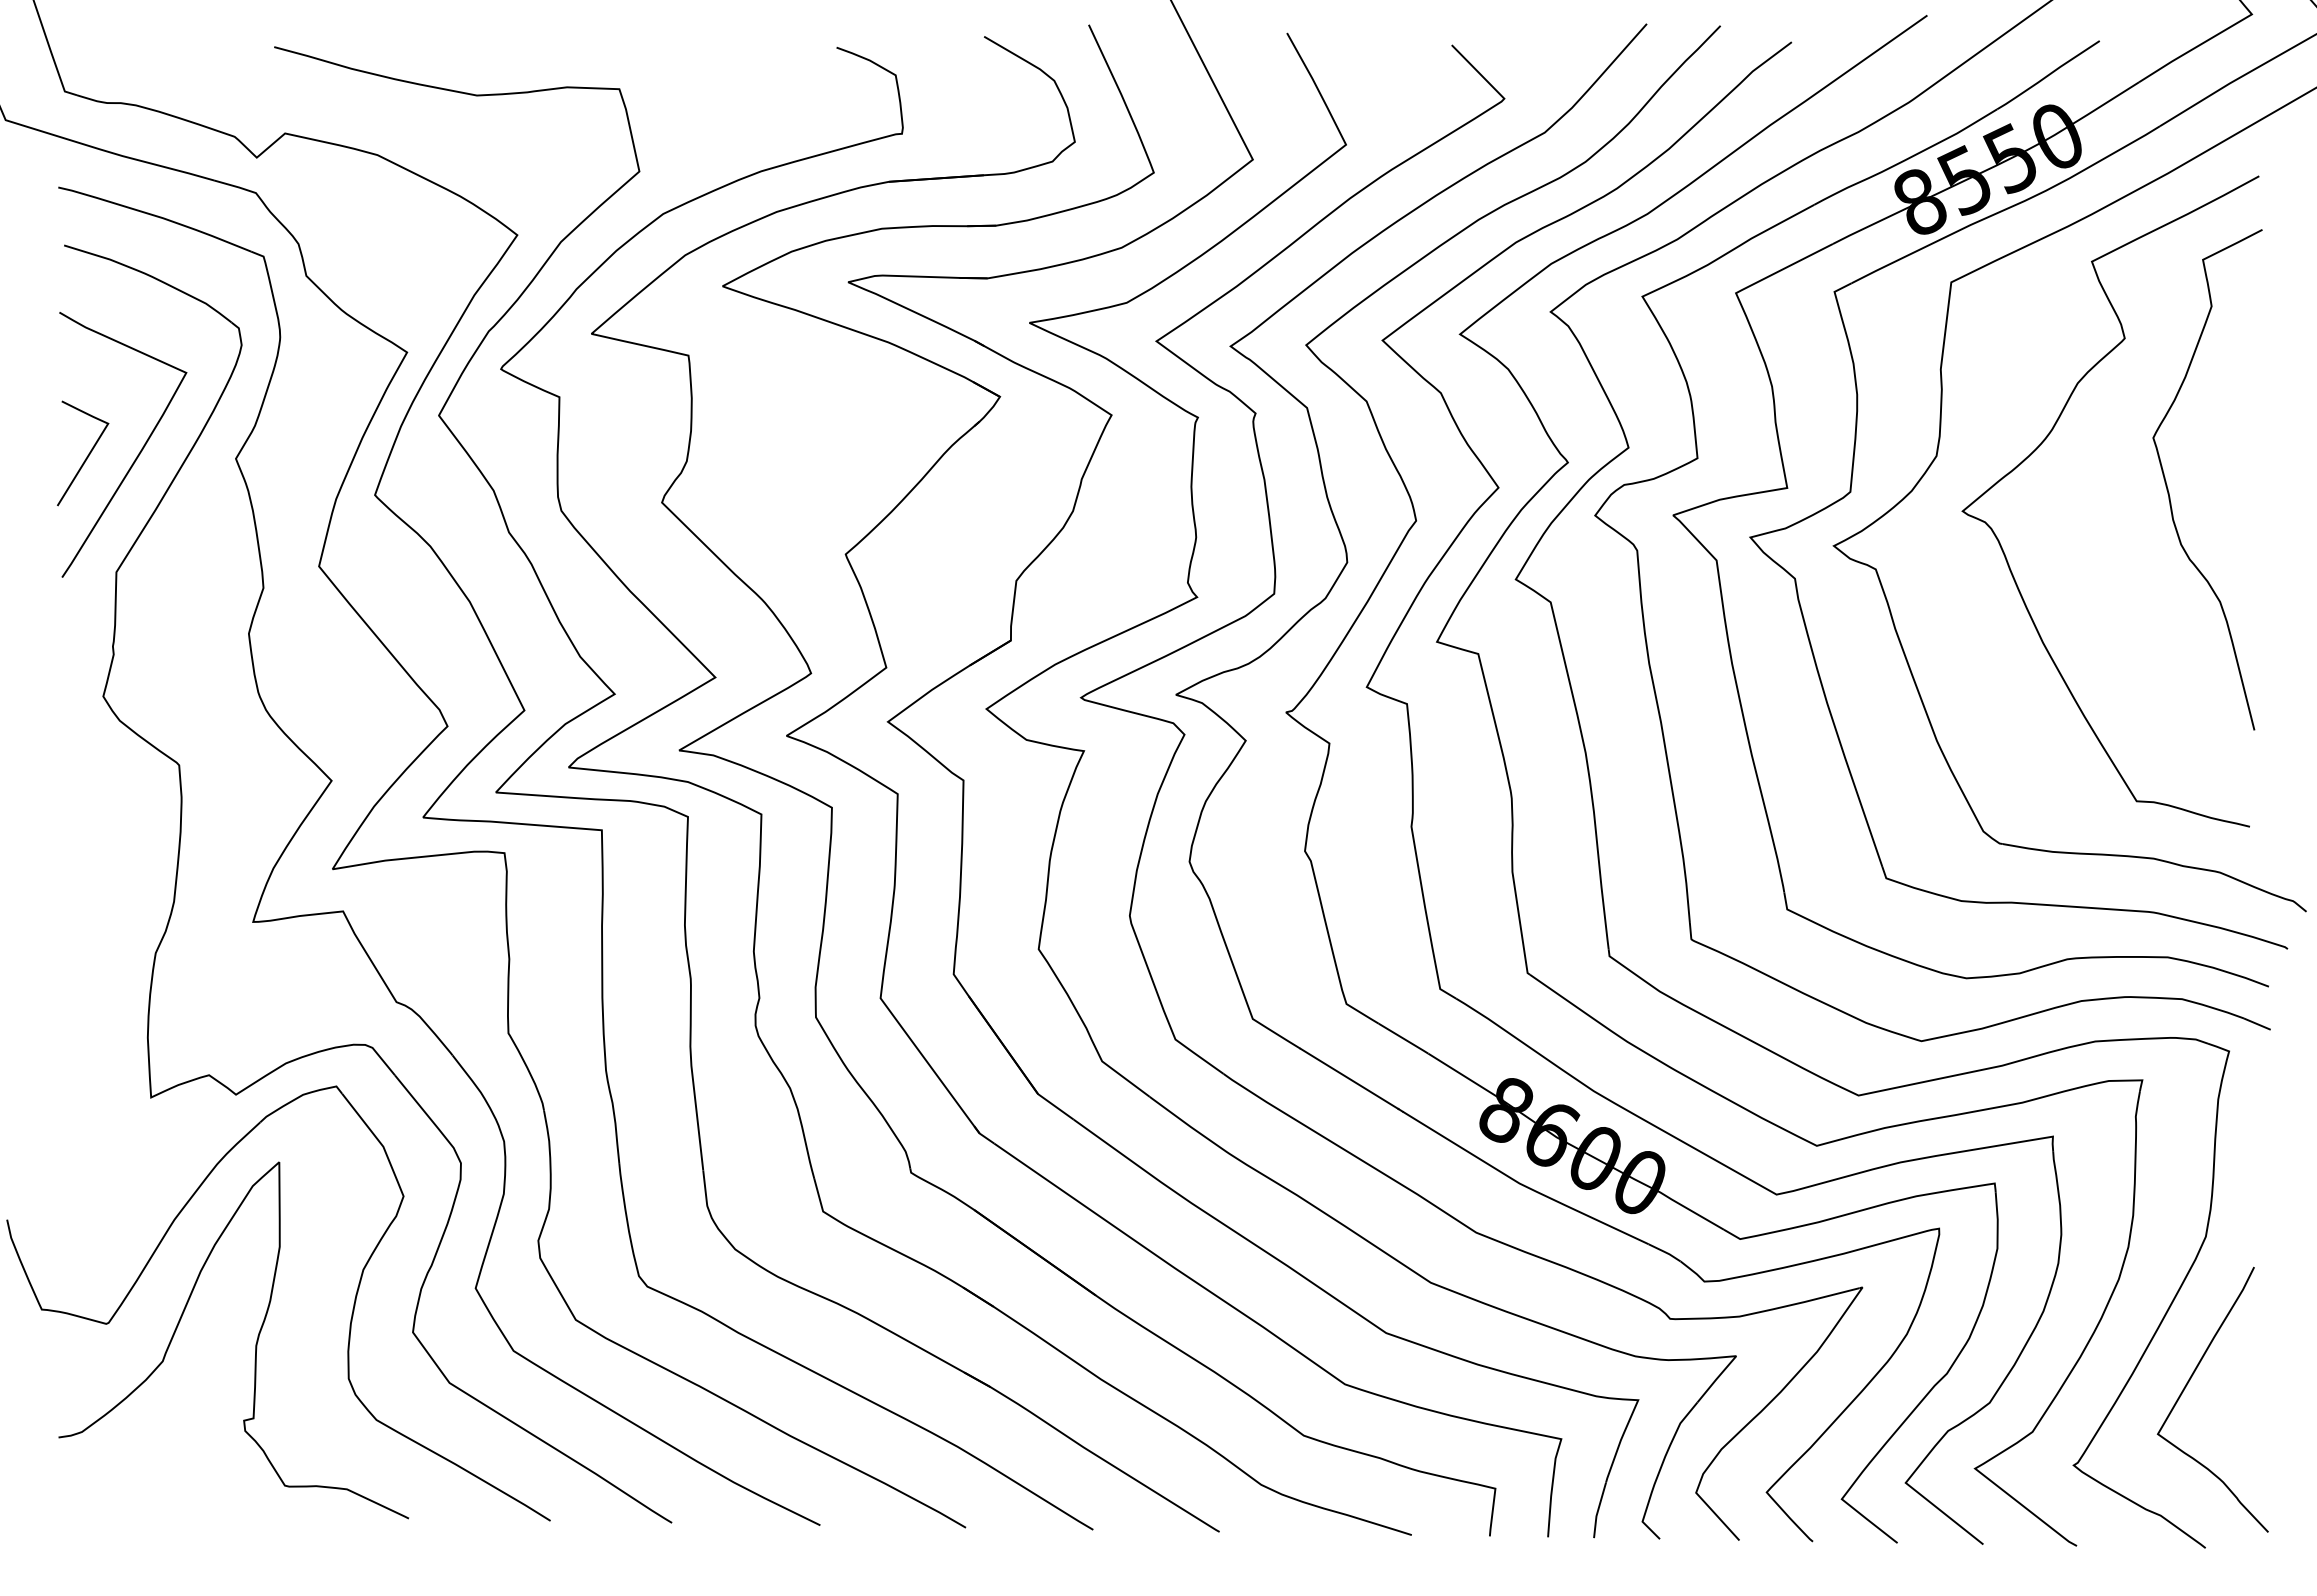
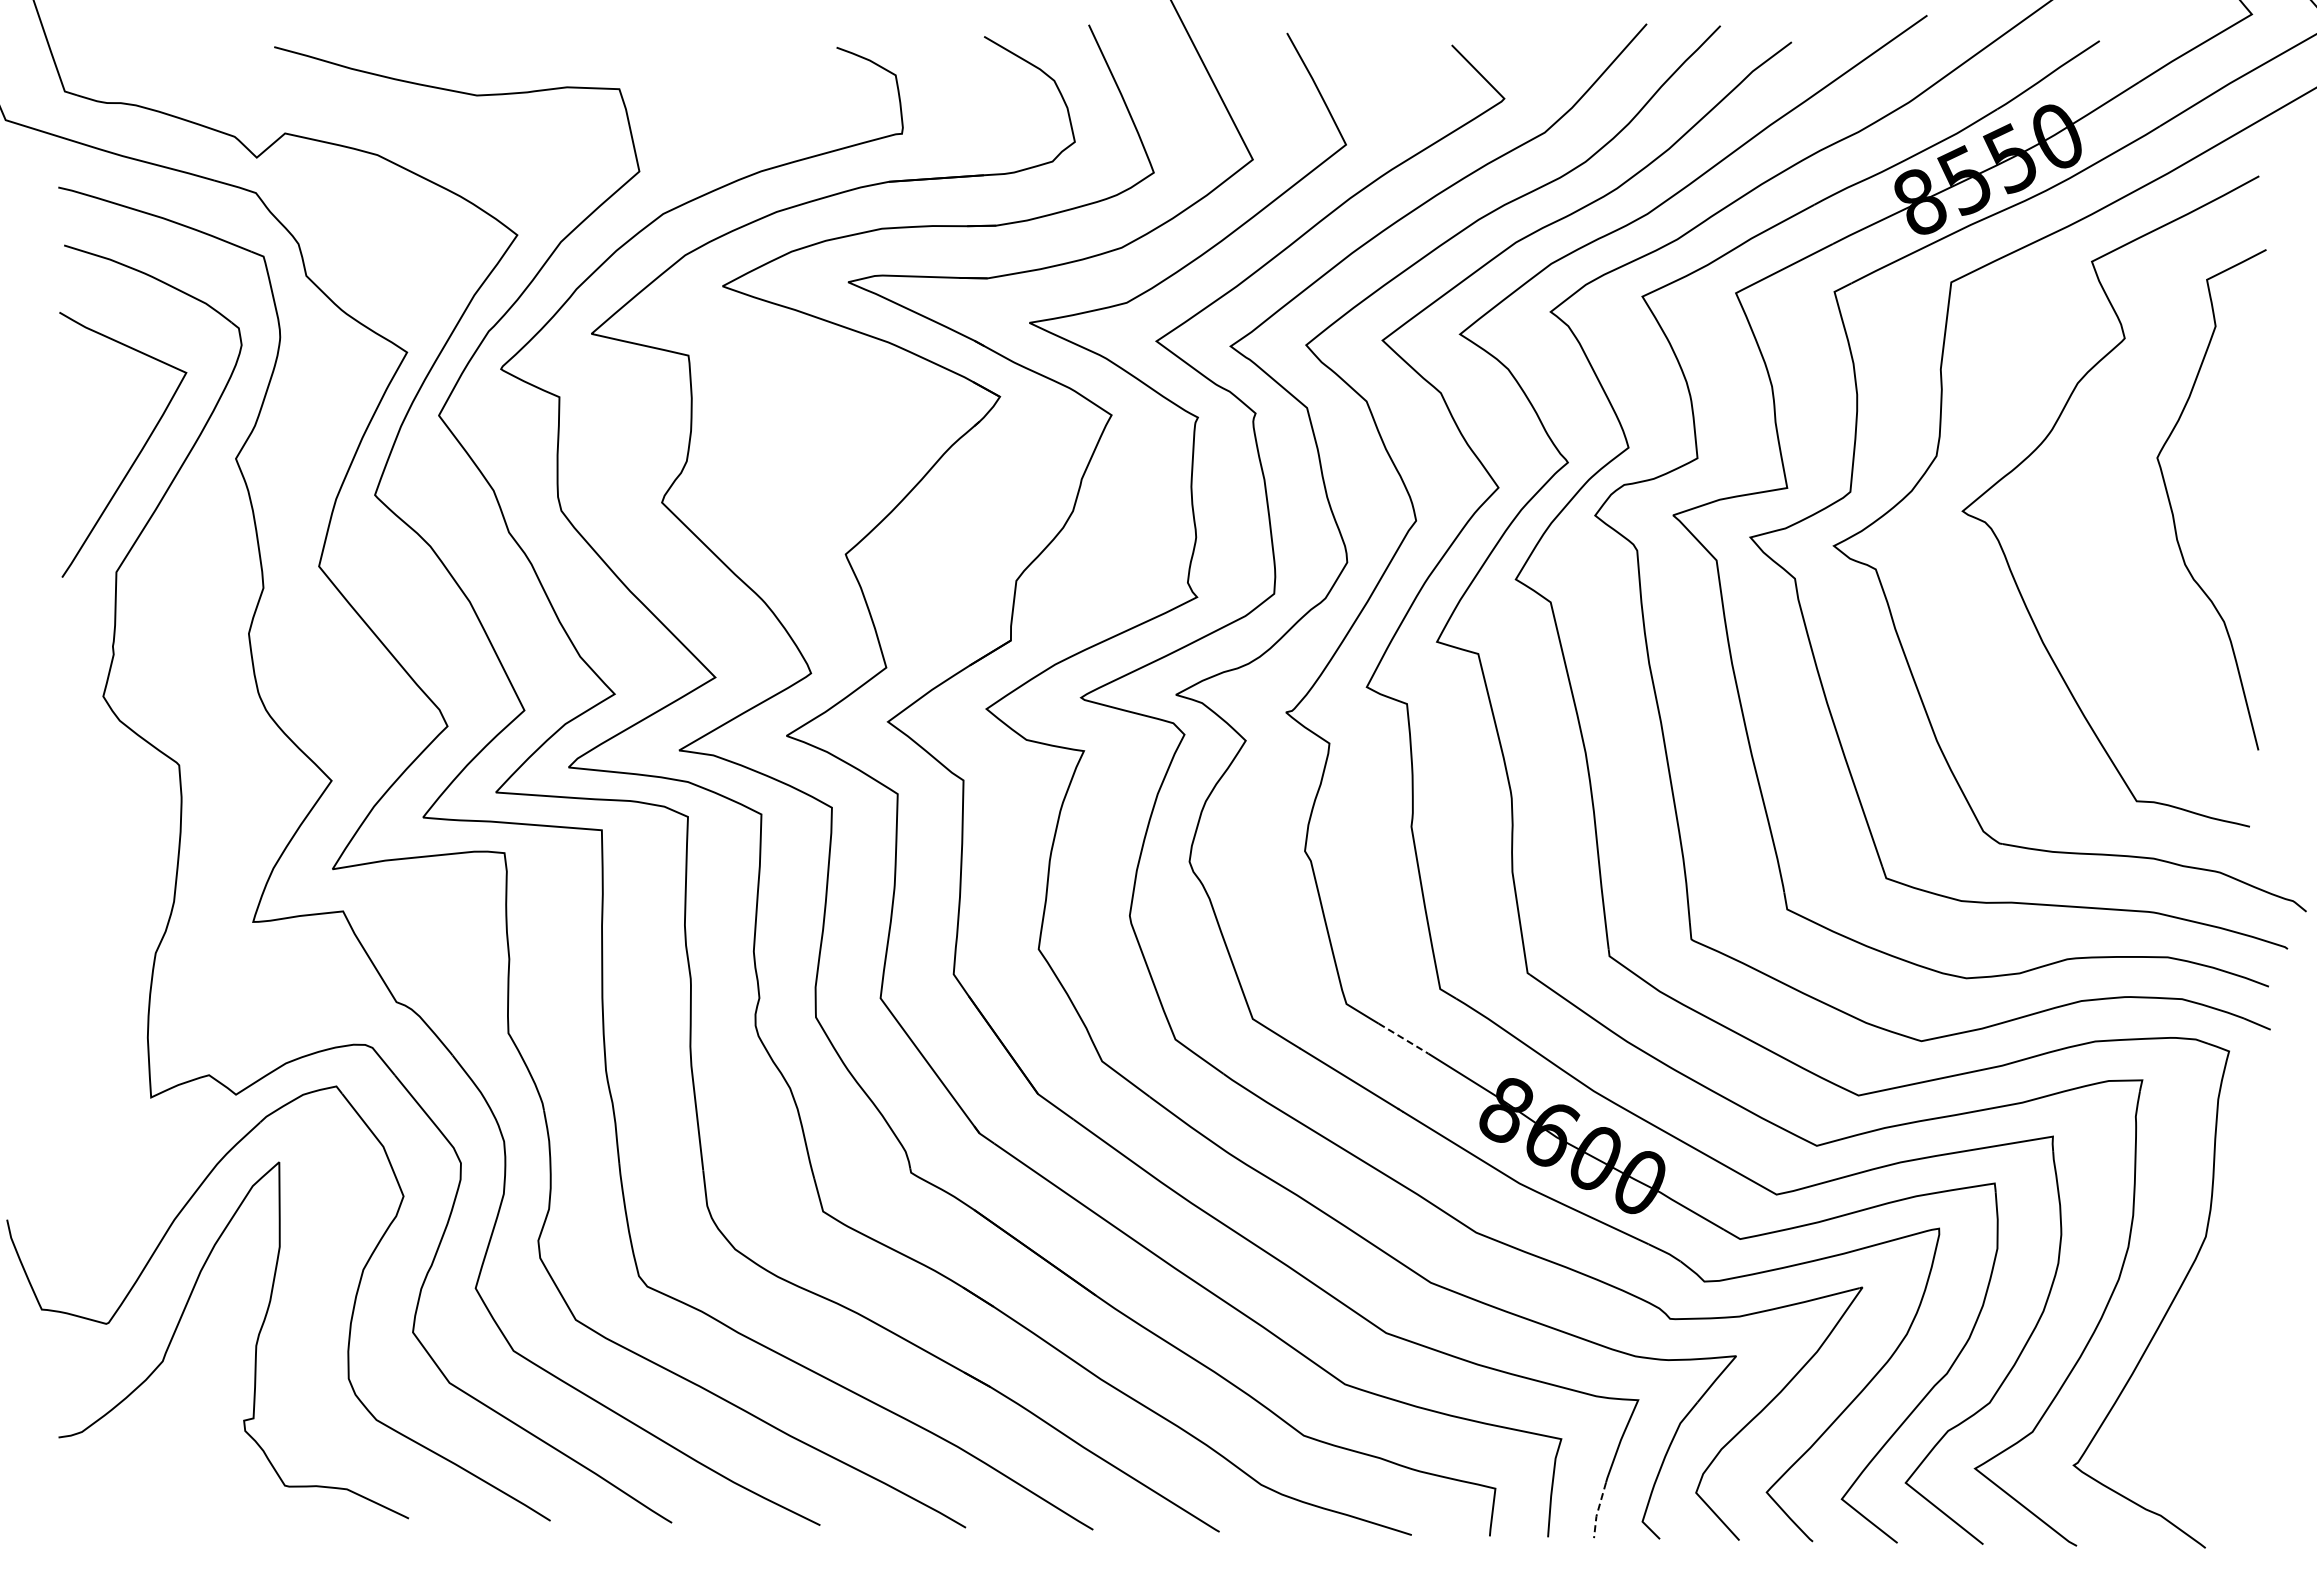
line at (86, 456): present -> none
curve at (2168, 488) position: (2168, 488) -> (2172, 508)
line at (1403, 1038): solid -> dashed
curve at (2186, 1387): present -> none
line at (1598, 1510): solid -> dashed
